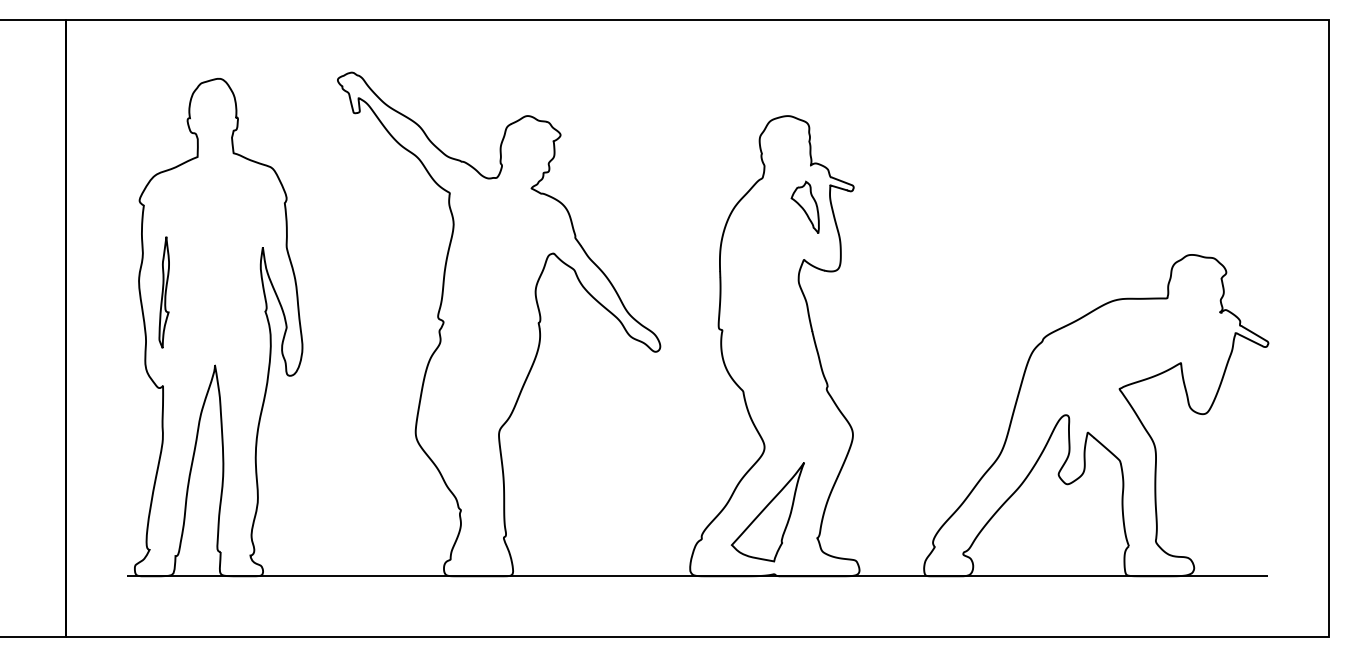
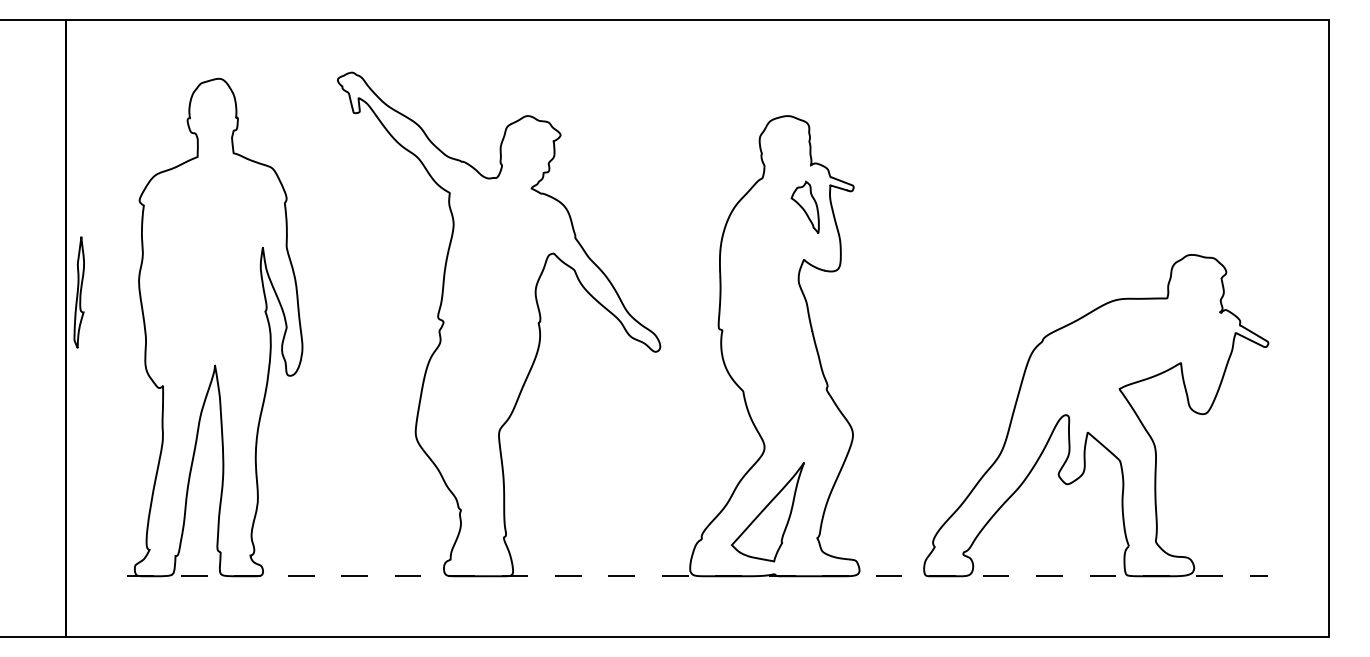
part at (163, 292) position: (163, 292) -> (78, 292)
line at (698, 576): solid -> dashed
